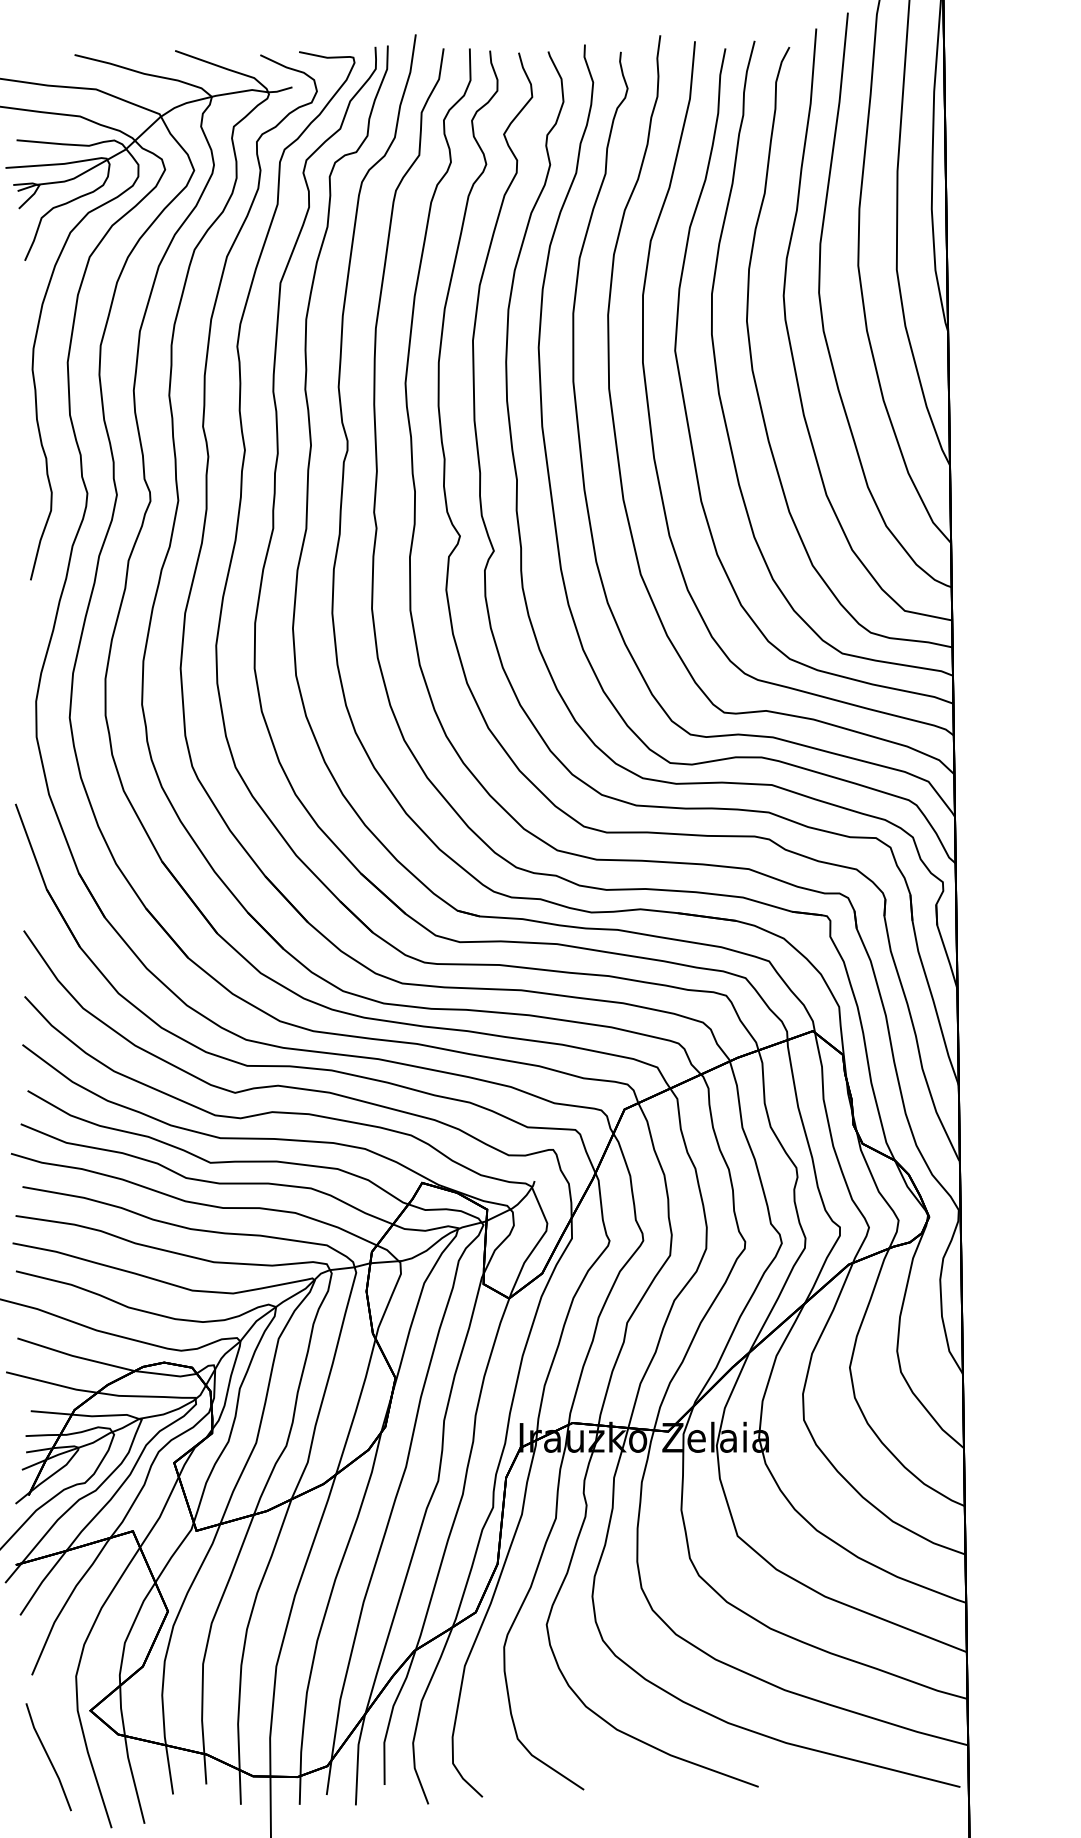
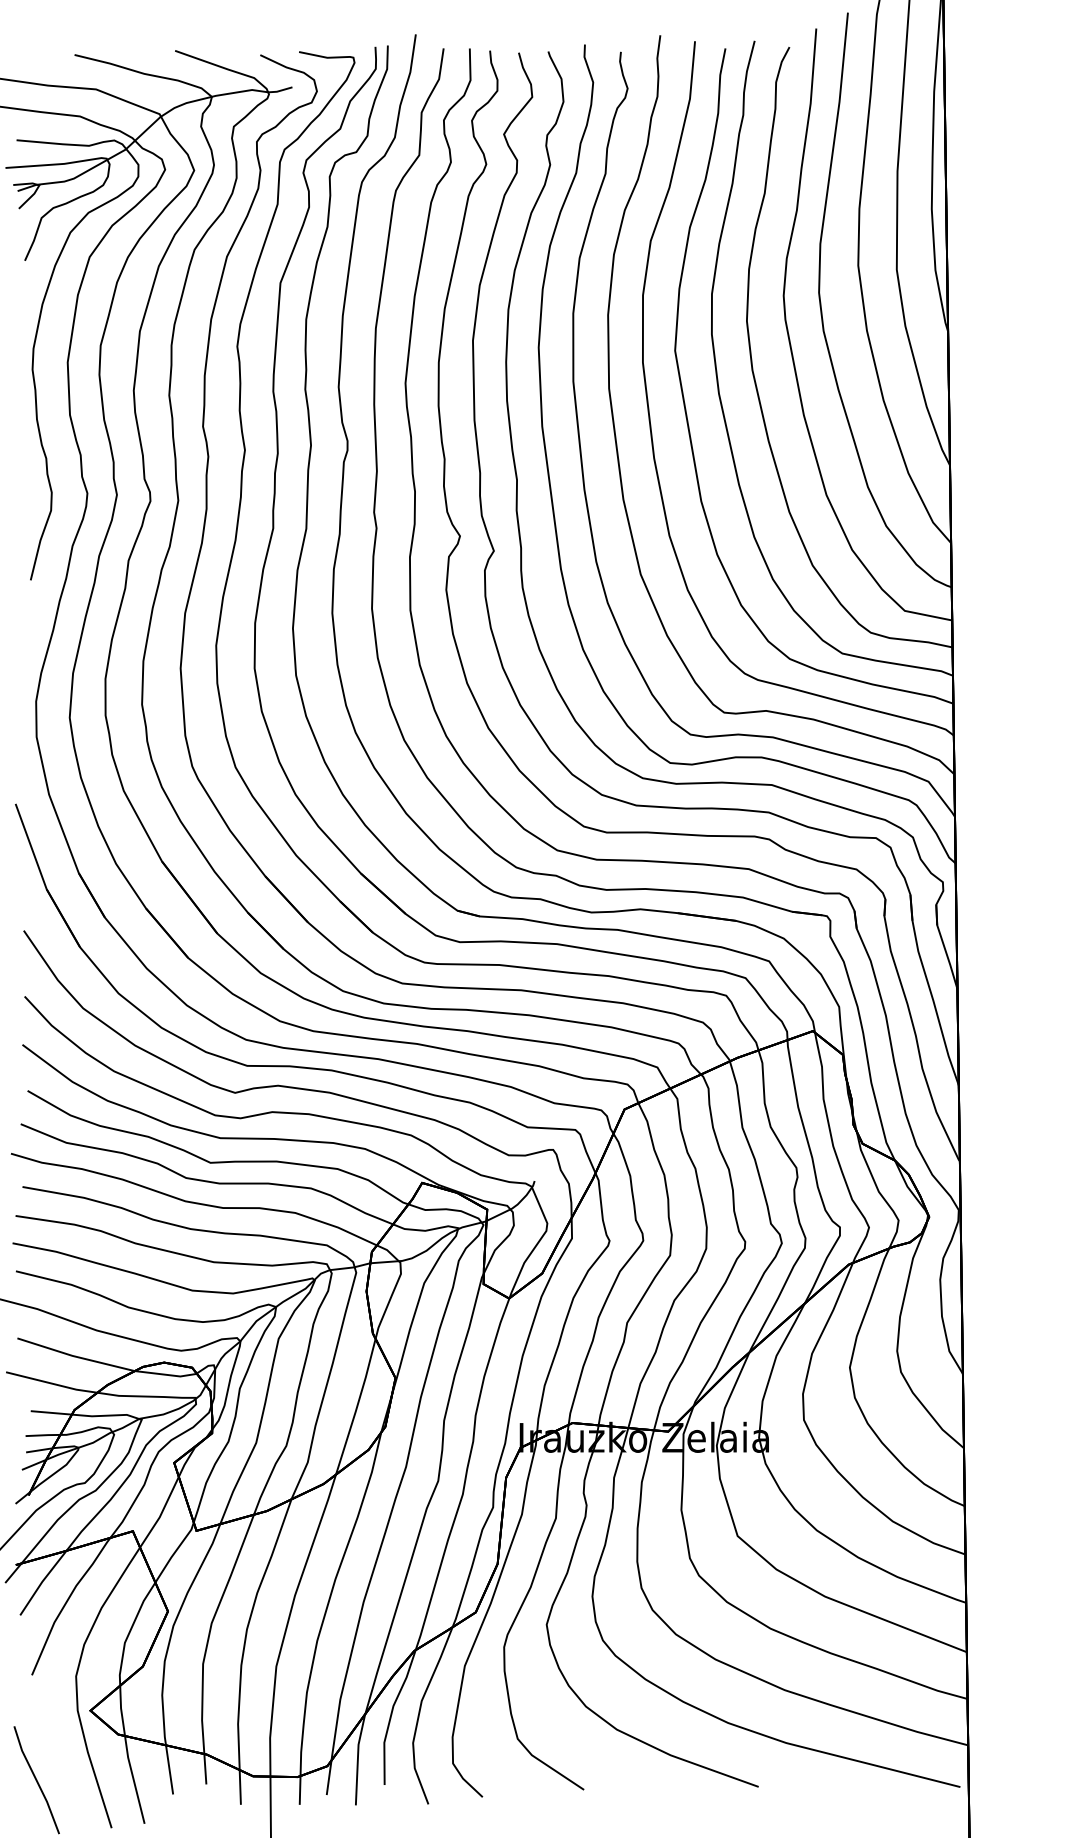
line at (48, 1757) position: (48, 1757) -> (36, 1780)
